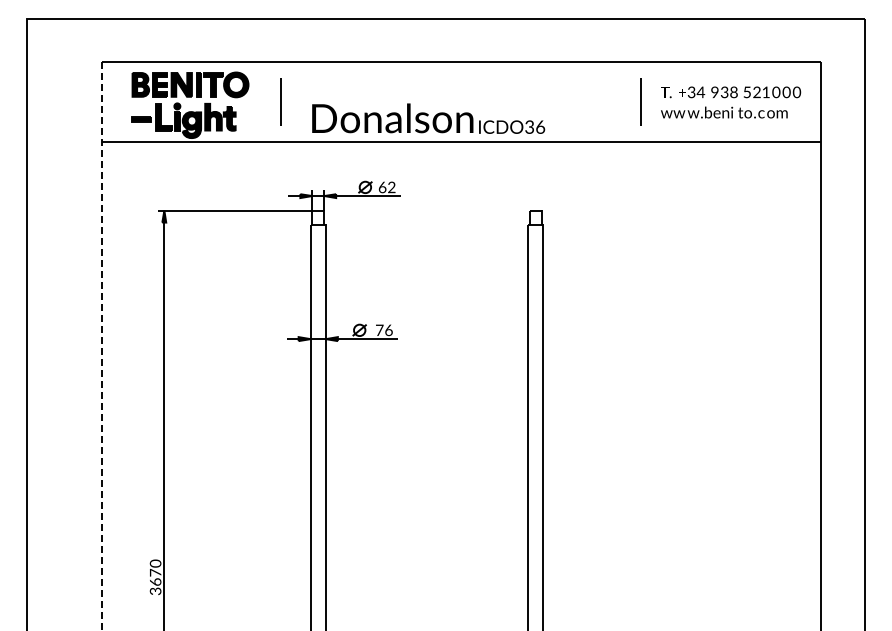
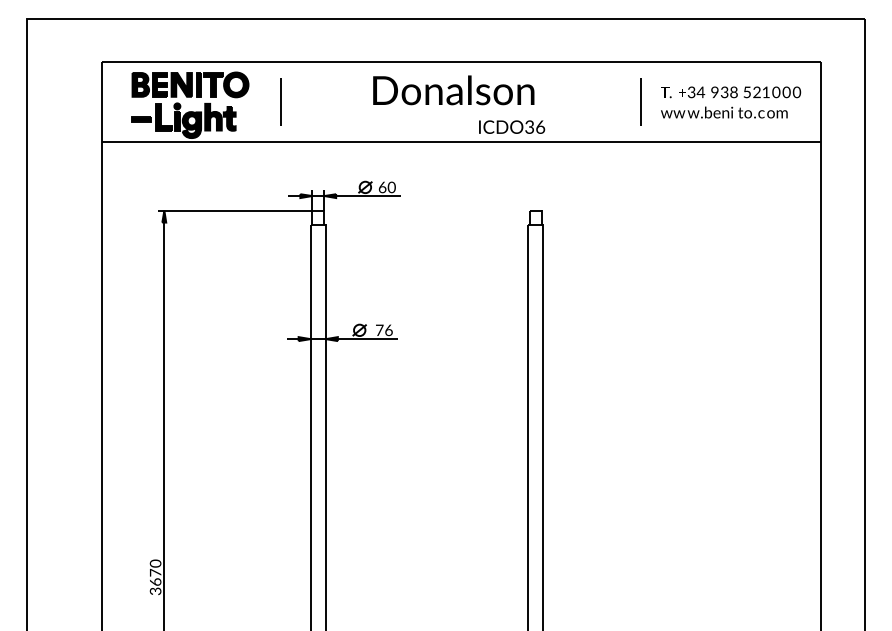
text at (392, 118) position: (392, 118) -> (453, 90)
text at (391, 187): 62 -> 60
line at (101, 346): dashed -> solid
